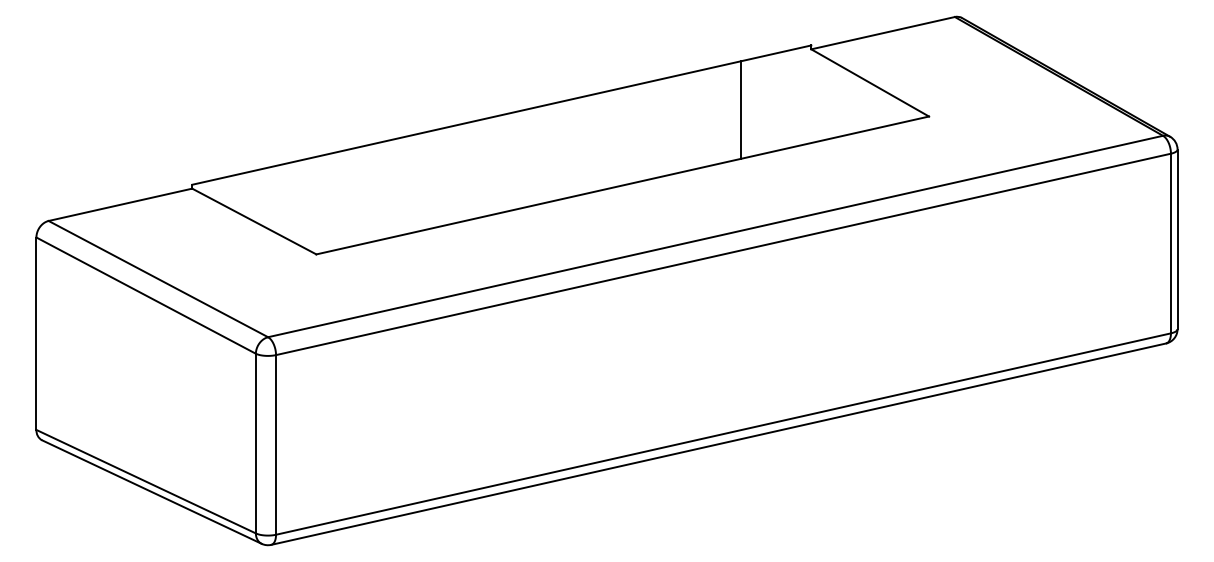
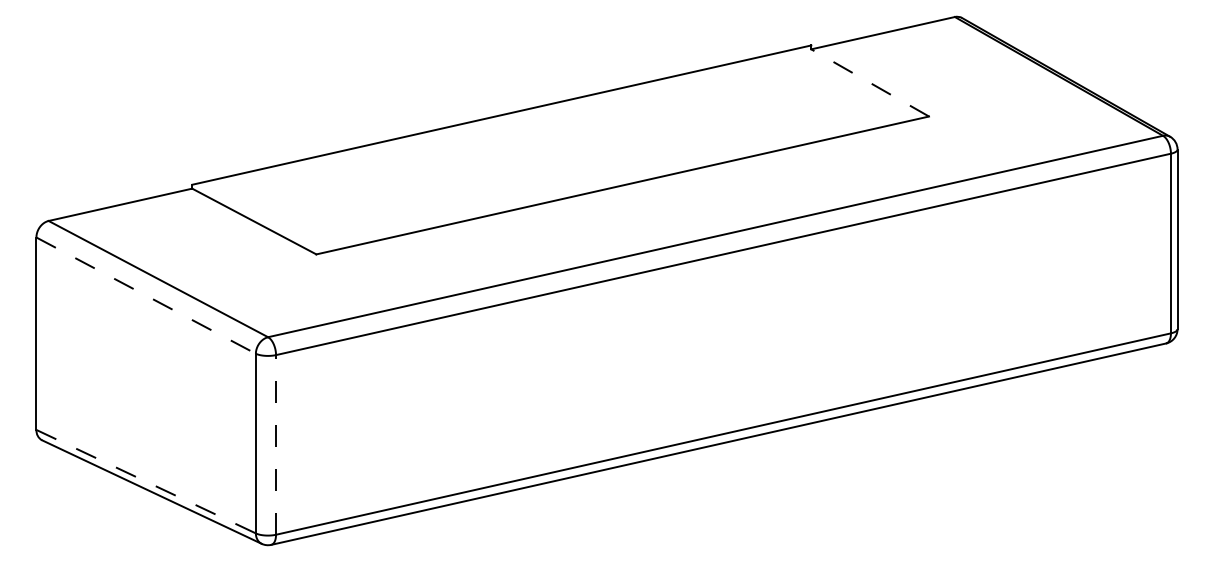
line at (870, 82): solid -> dashed
line at (740, 109): present -> none
line at (146, 295): solid -> dashed
line at (276, 444): solid -> dashed
line at (146, 481): solid -> dashed
